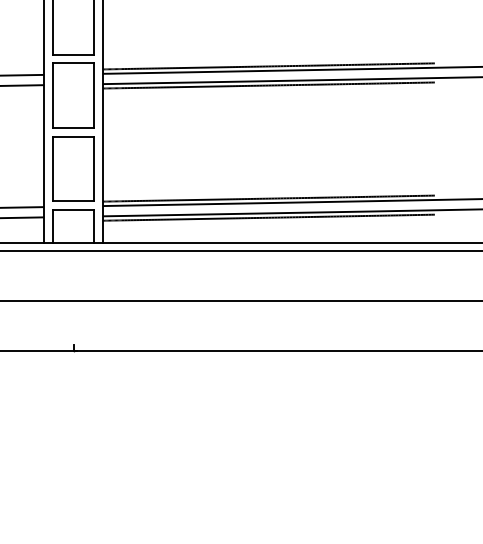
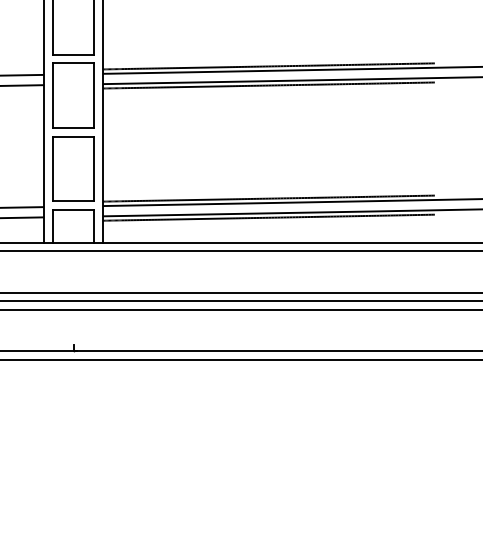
line at (240, 292): none -> present
line at (240, 310): none -> present
line at (240, 360): none -> present
